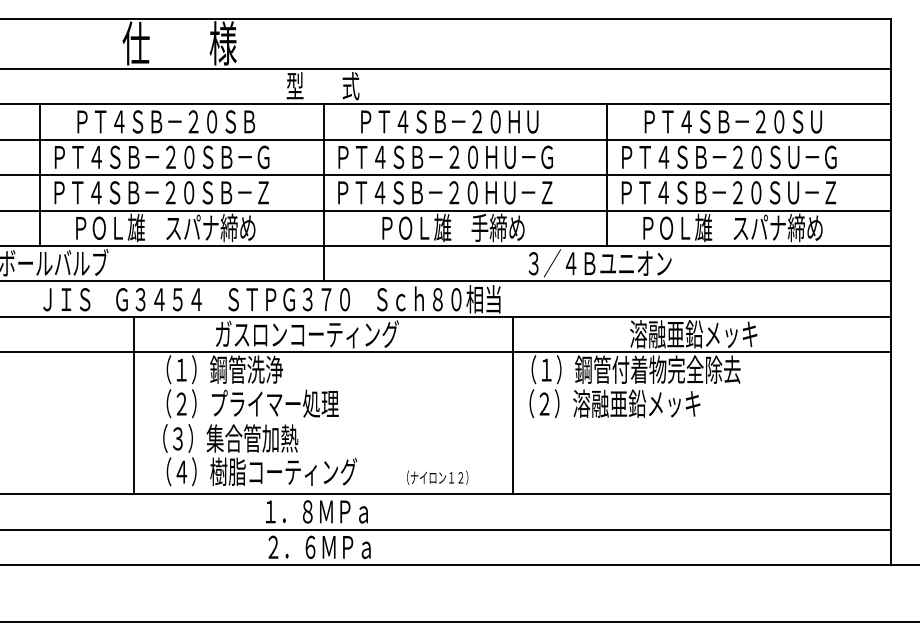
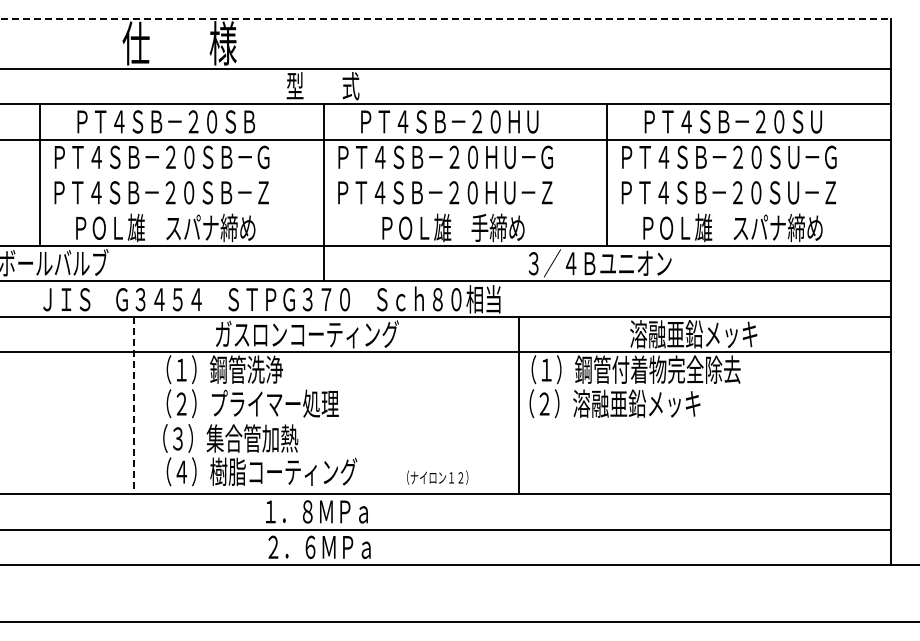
line at (446, 19): solid -> dashed
line at (446, 175): present -> none
line at (446, 210): present -> none
line at (134, 405): solid -> dashed
line at (512, 405) position: (512, 405) -> (518, 405)
